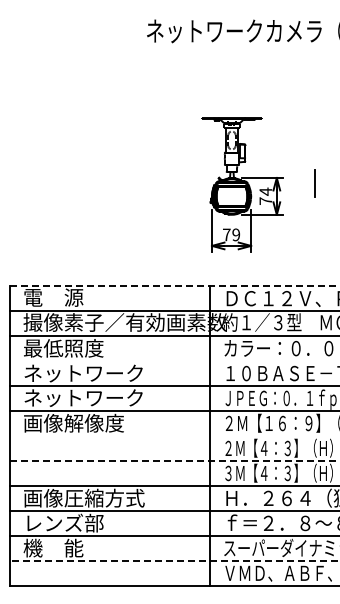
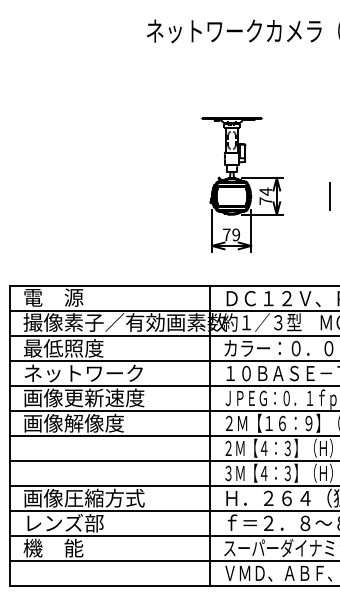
line at (314, 183) position: (314, 183) -> (329, 196)
line at (175, 286): dashed -> solid
line at (173, 361): none -> present
text at (84, 397): ネットワーク -> 画像更新速度
line at (173, 436): none -> present
line at (175, 461): dashed -> solid
line at (174, 560): dashed -> solid
